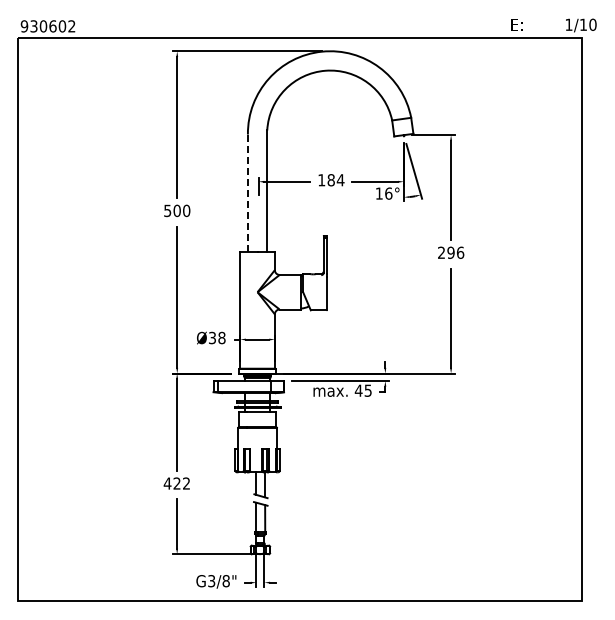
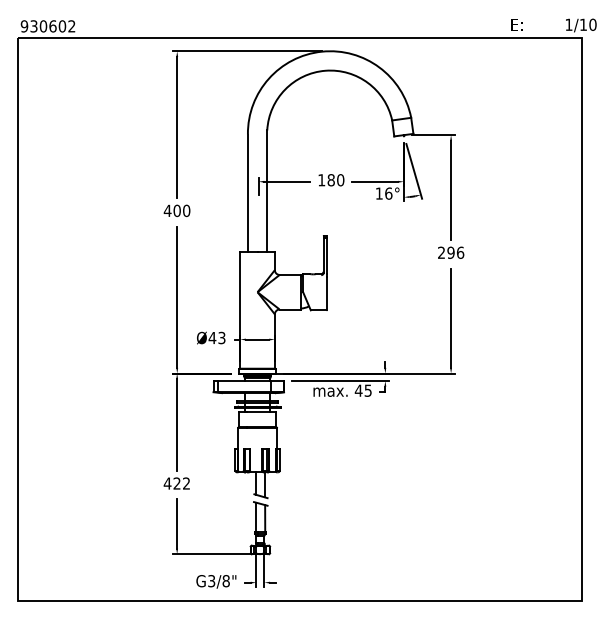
text at (340, 180): 184 -> 180
line at (247, 193): dashed -> solid
text at (167, 210): 500 -> 400
text at (216, 337): Ø38 -> Ø43
